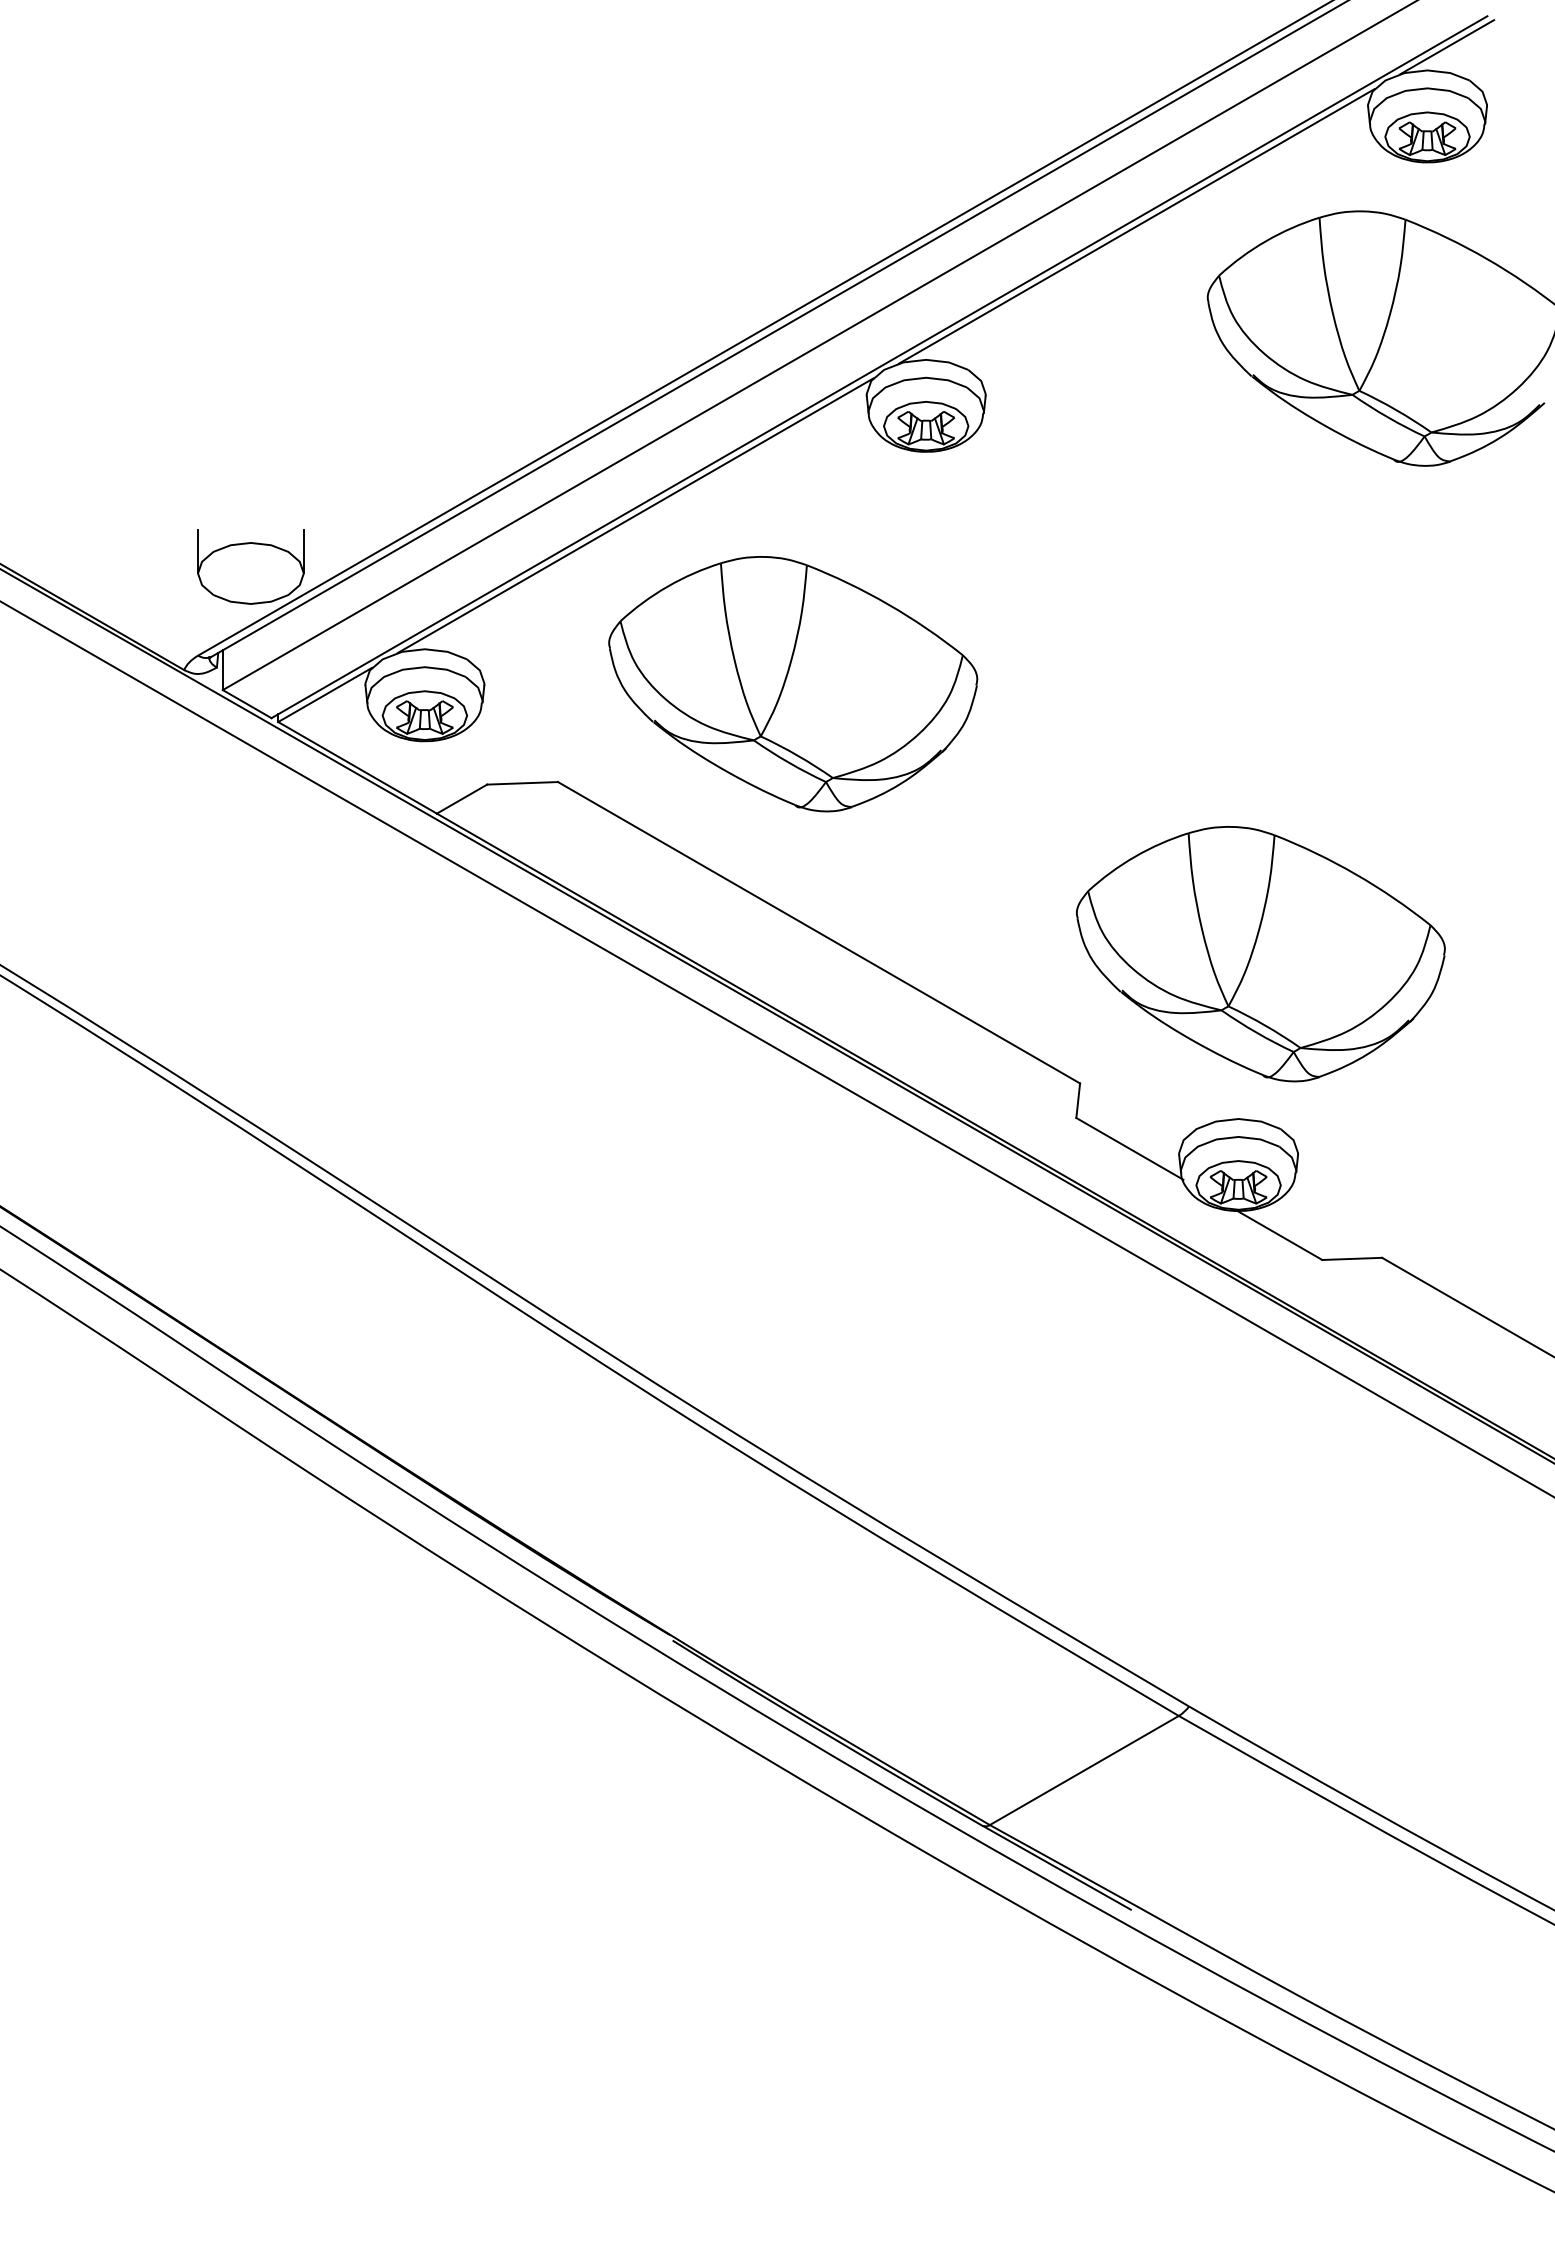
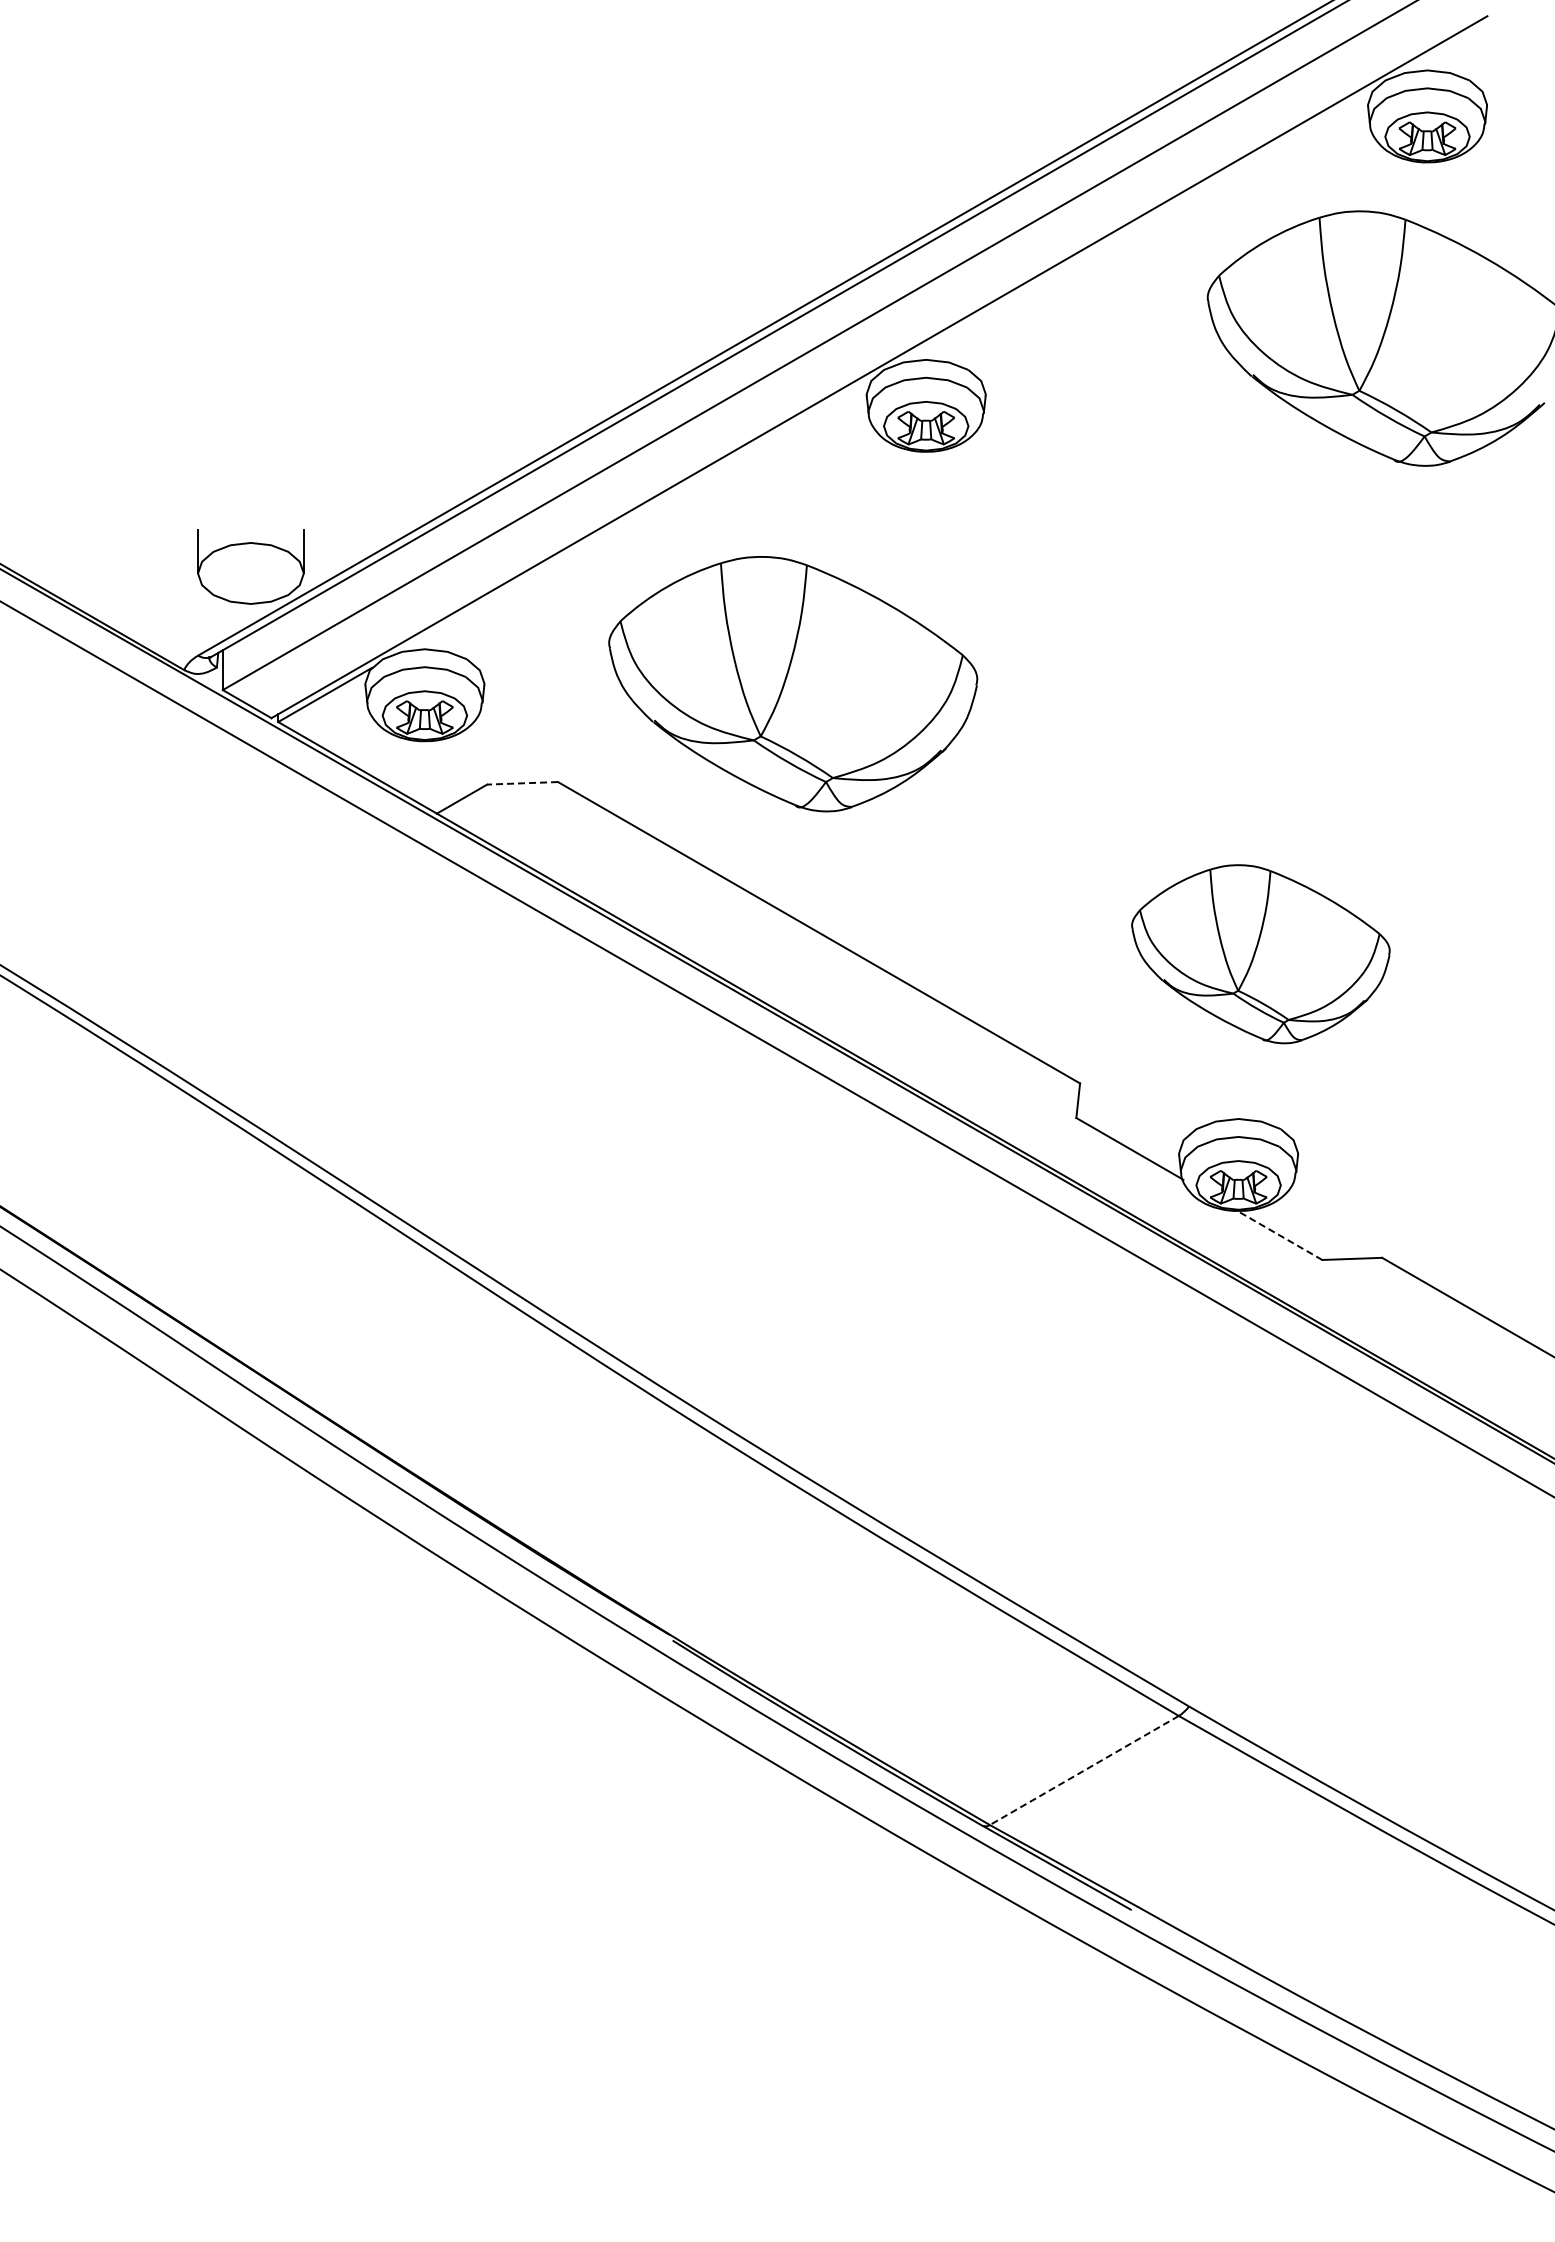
line at (1447, 47): present -> none
line at (1136, 226): present -> none
line at (635, 515): present -> none
line at (522, 783): solid -> dashed
part at (1260, 954) size: 370x257 px -> 260x181 px
line at (1279, 1235): solid -> dashed
line at (1083, 1770): solid -> dashed
